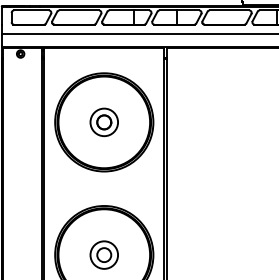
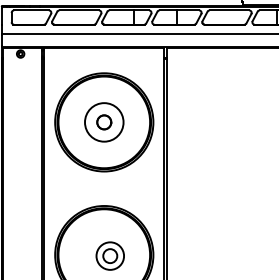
circle at (104, 122) diameter: 28 px -> 39 px
part at (103, 254) position: (103, 254) -> (109, 255)
